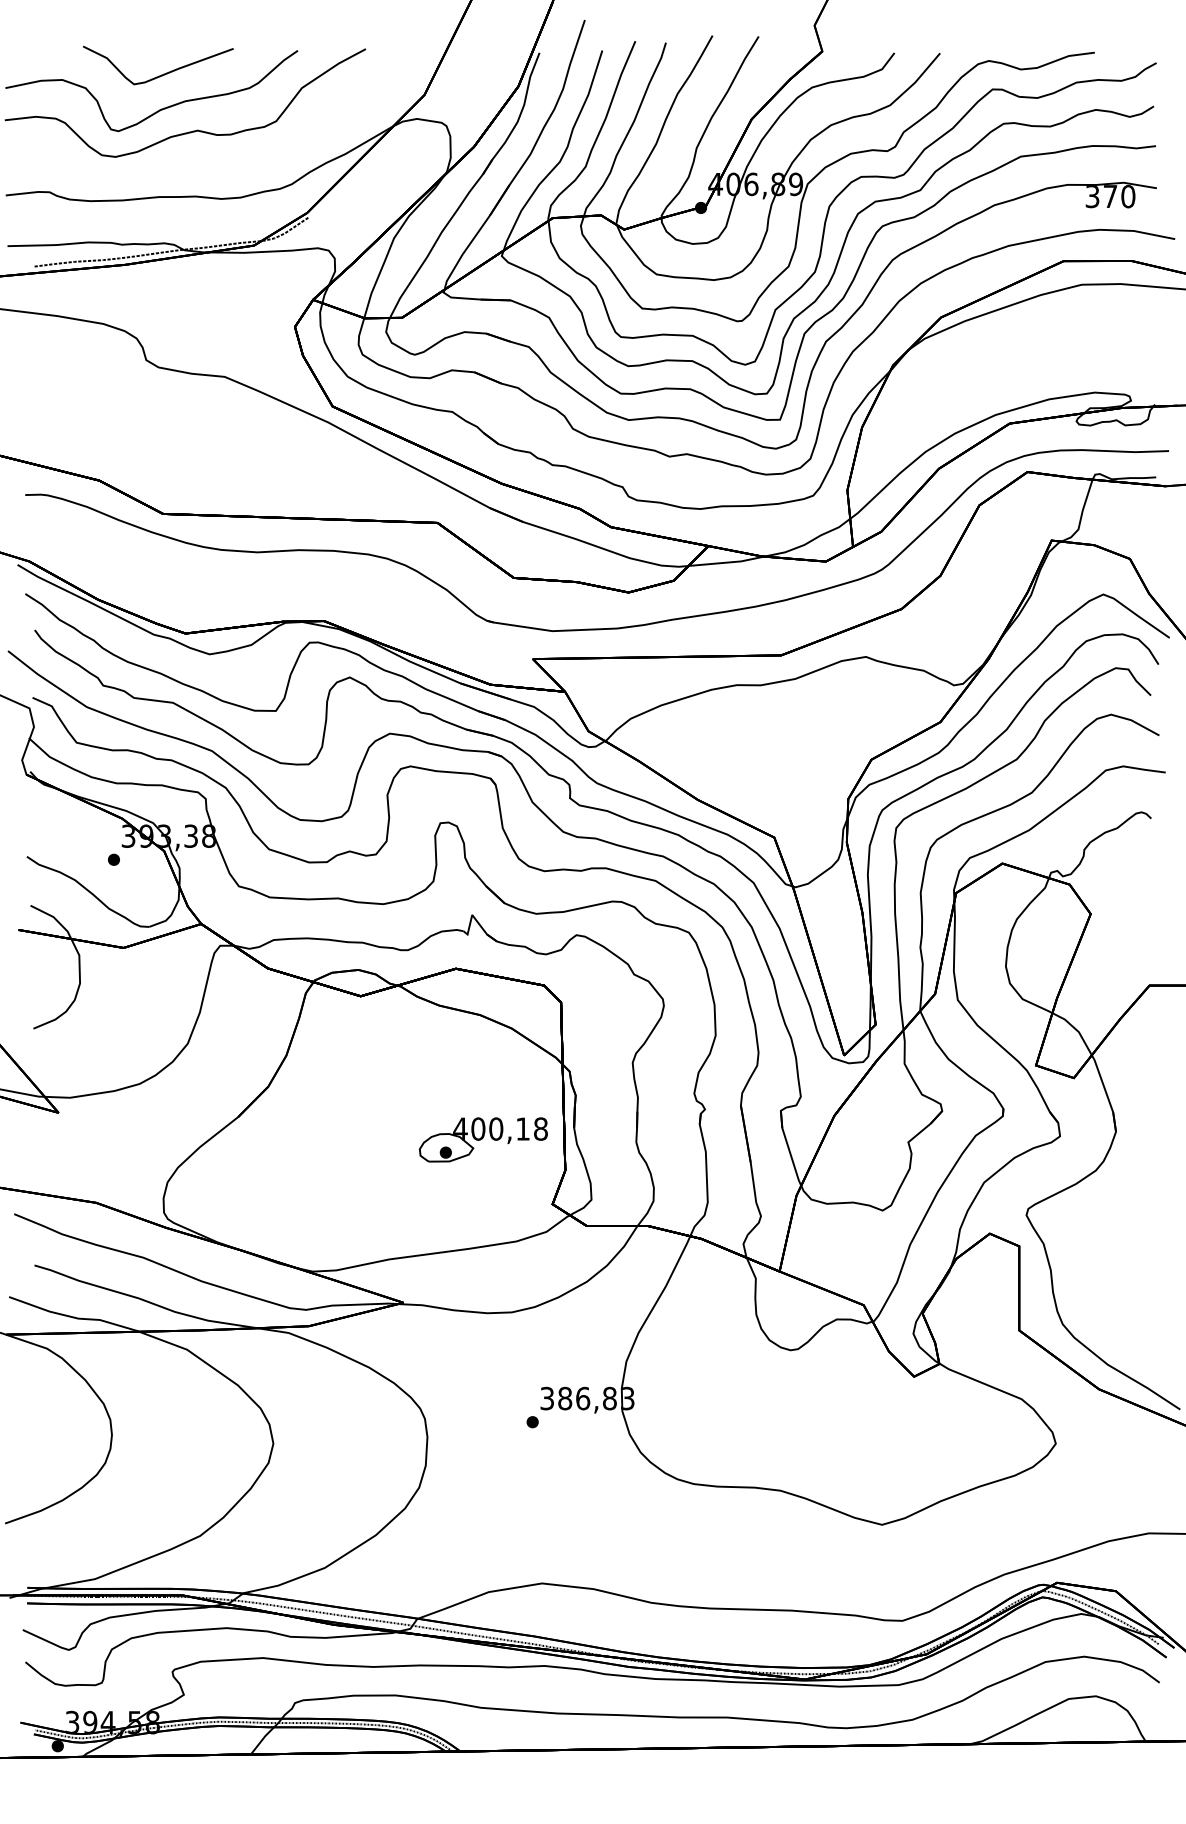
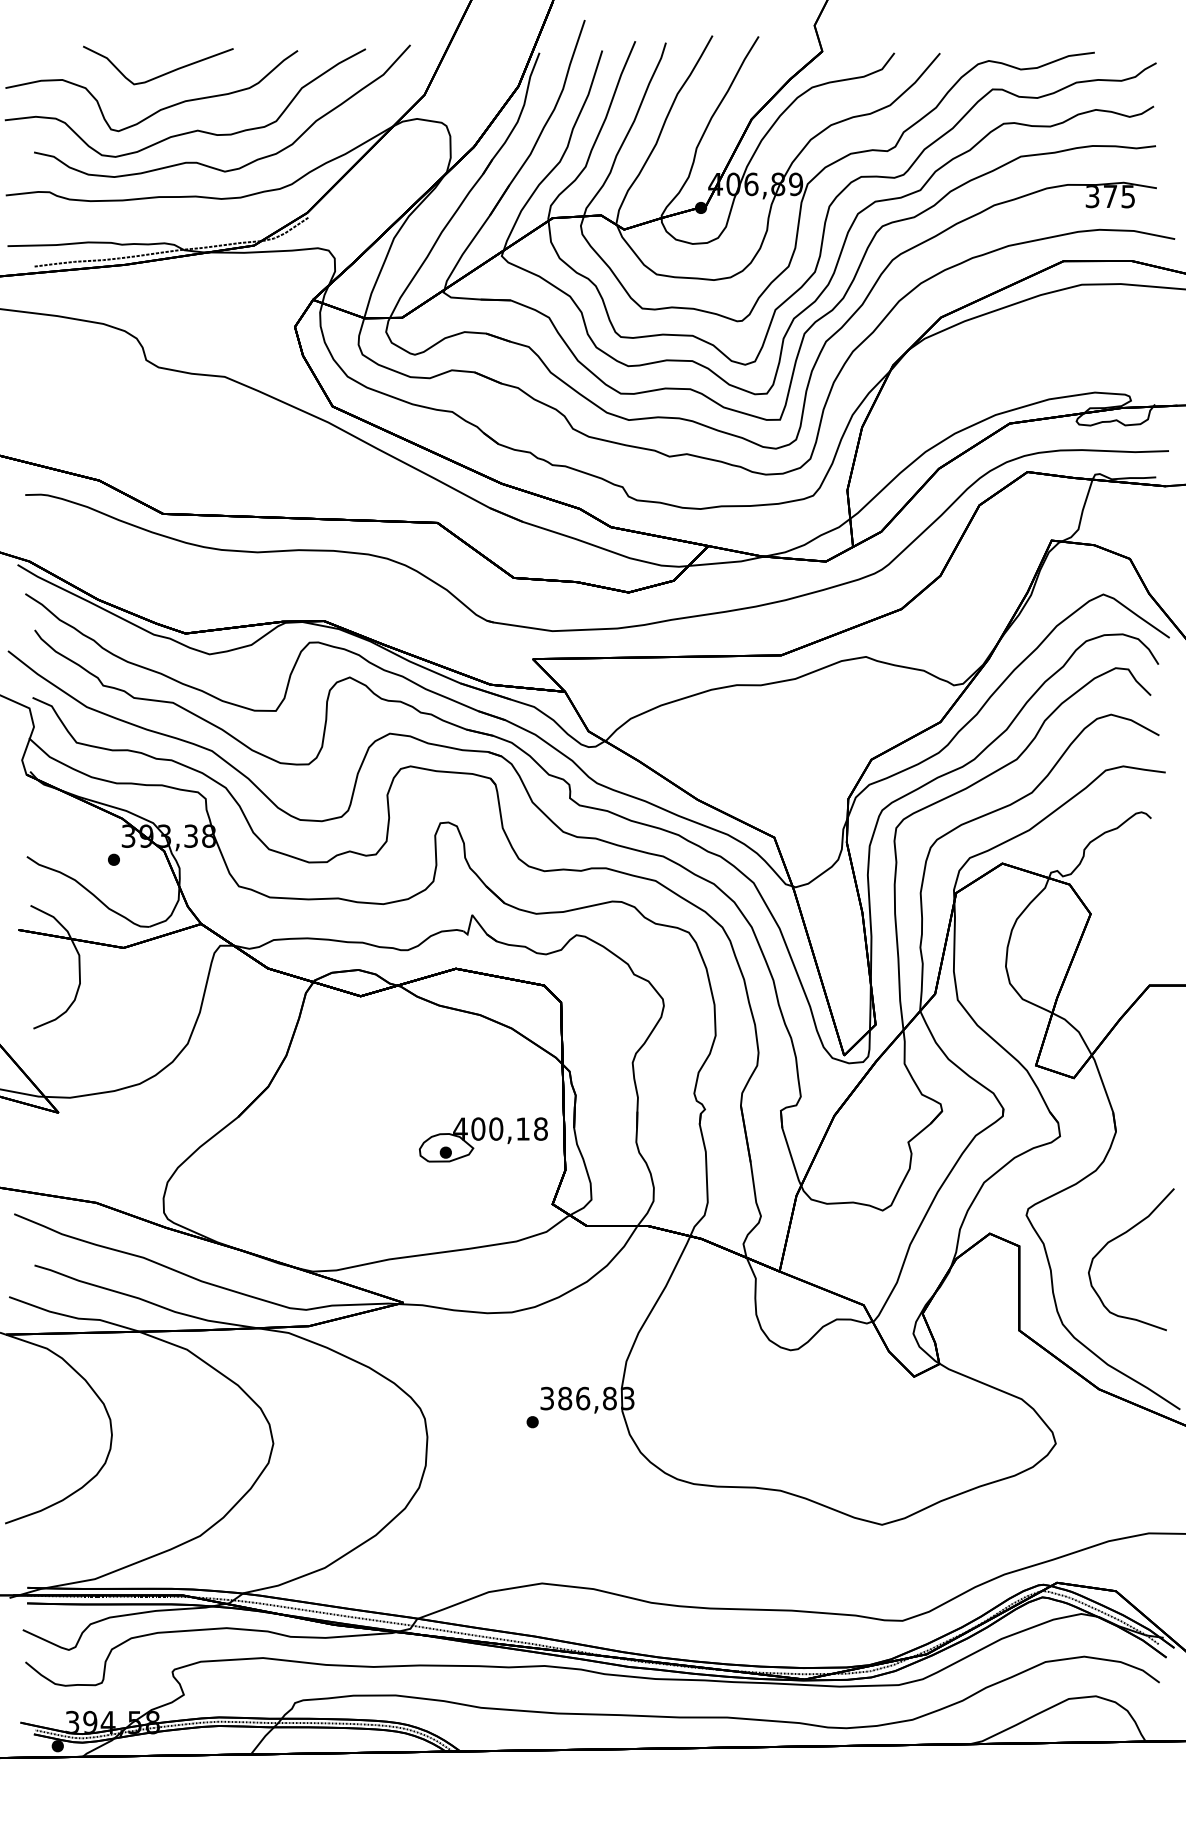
curve at (205, 164): none -> present
text at (1128, 196): 370 -> 375
curve at (1119, 1237): none -> present
